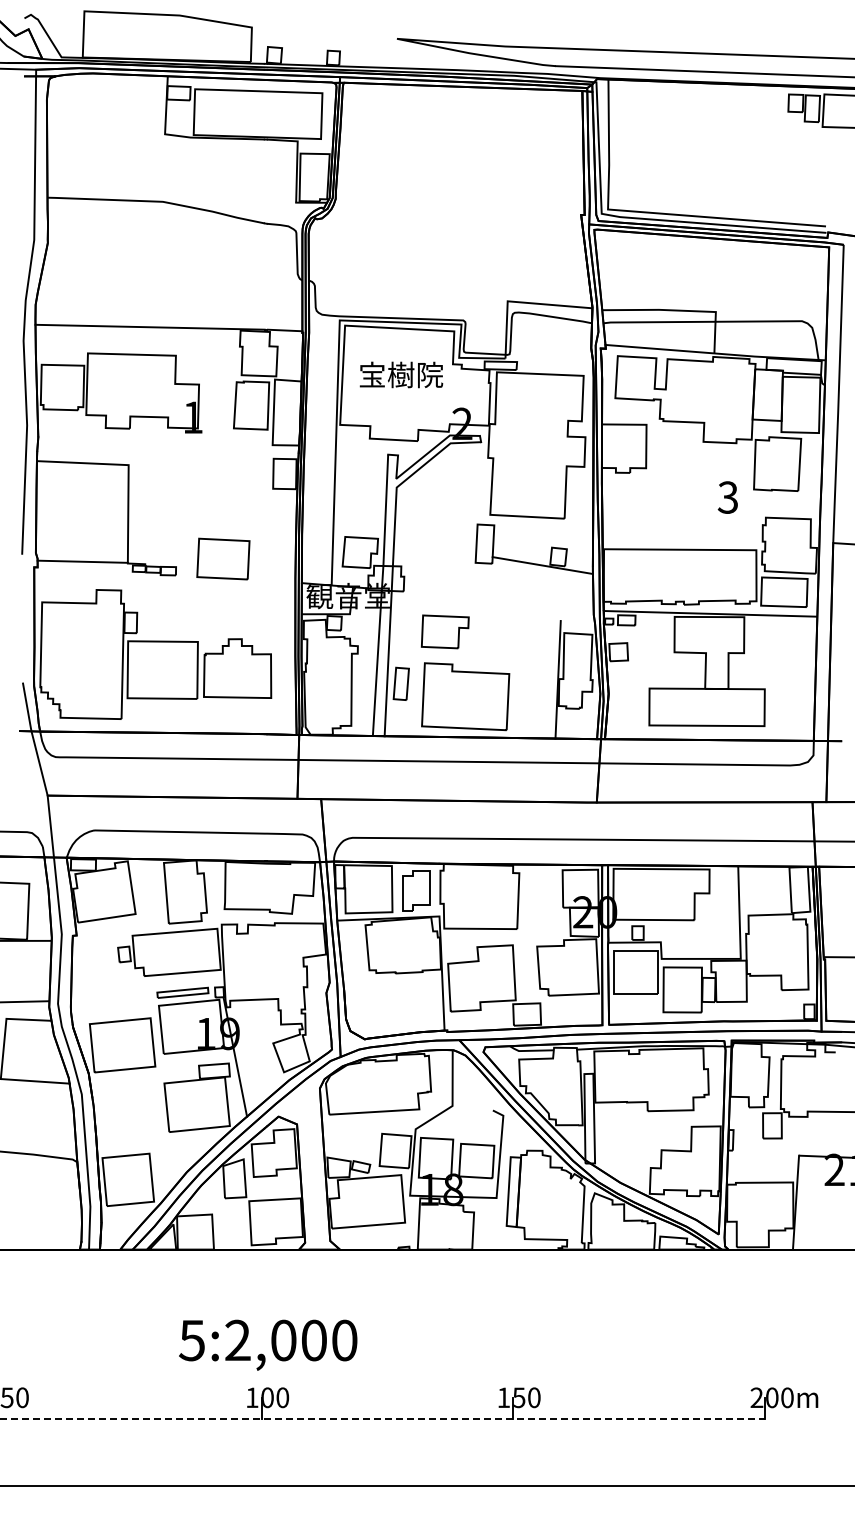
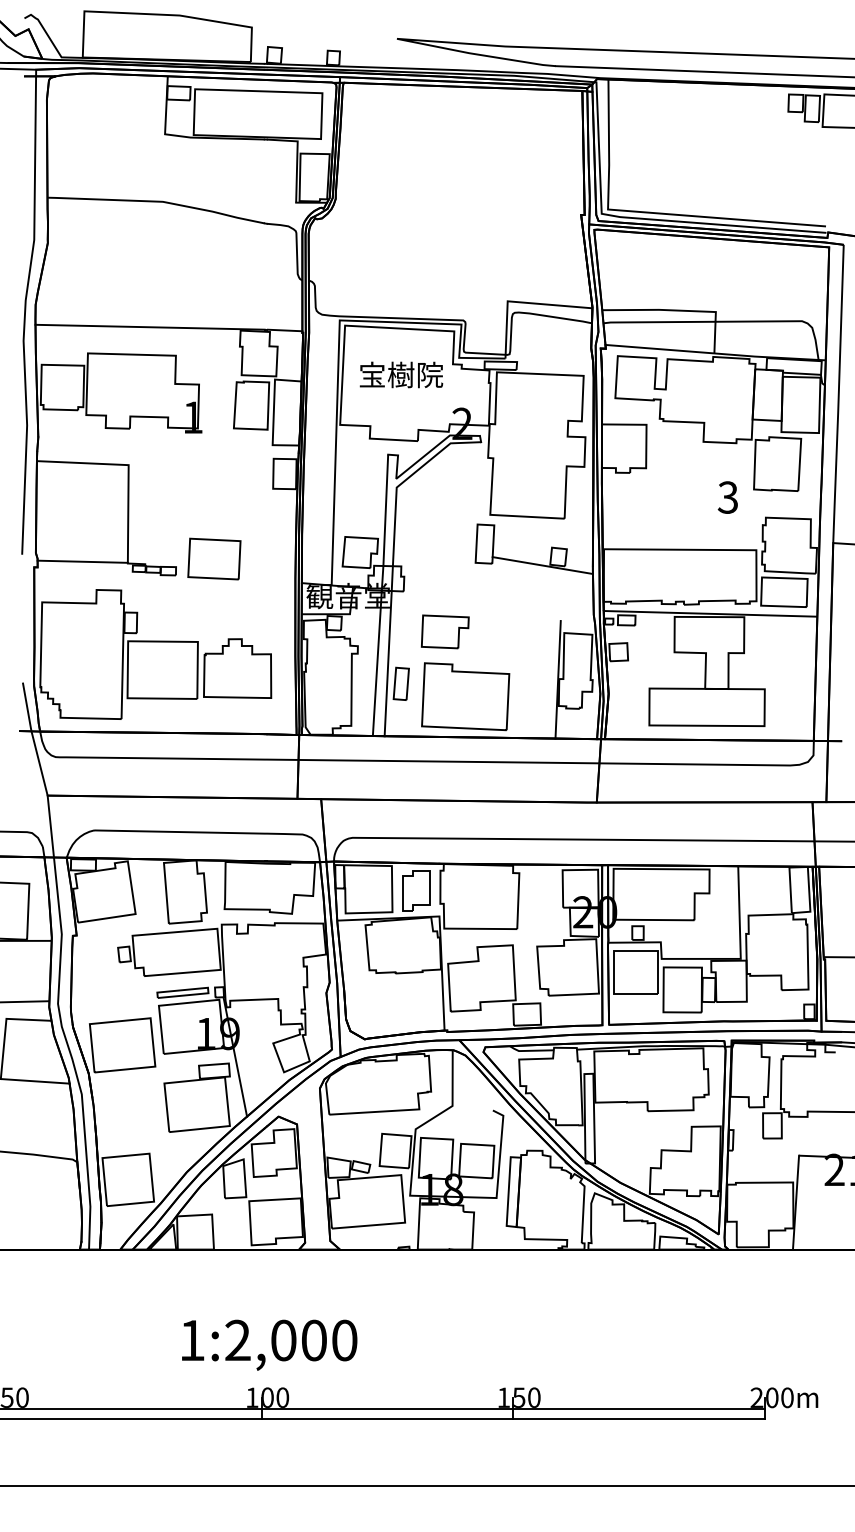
part at (223, 558) position: (223, 558) -> (214, 558)
text at (191, 1340): 5:2,000 -> 1:2,000
line at (383, 1408): none -> present
line at (382, 1418): dashed -> solid
